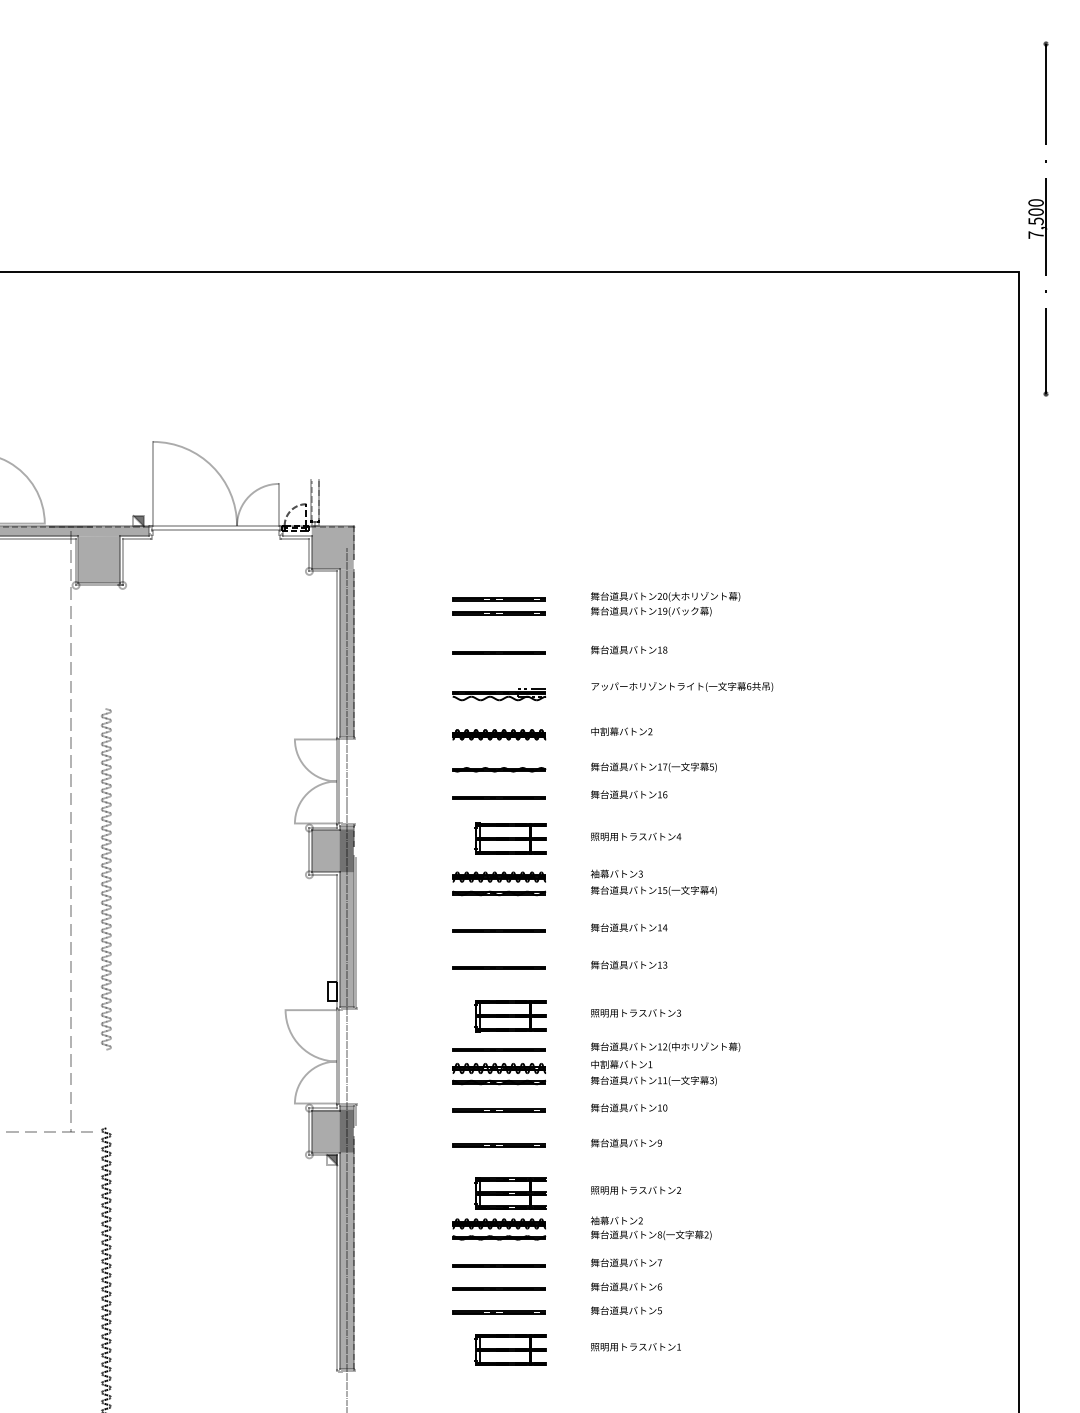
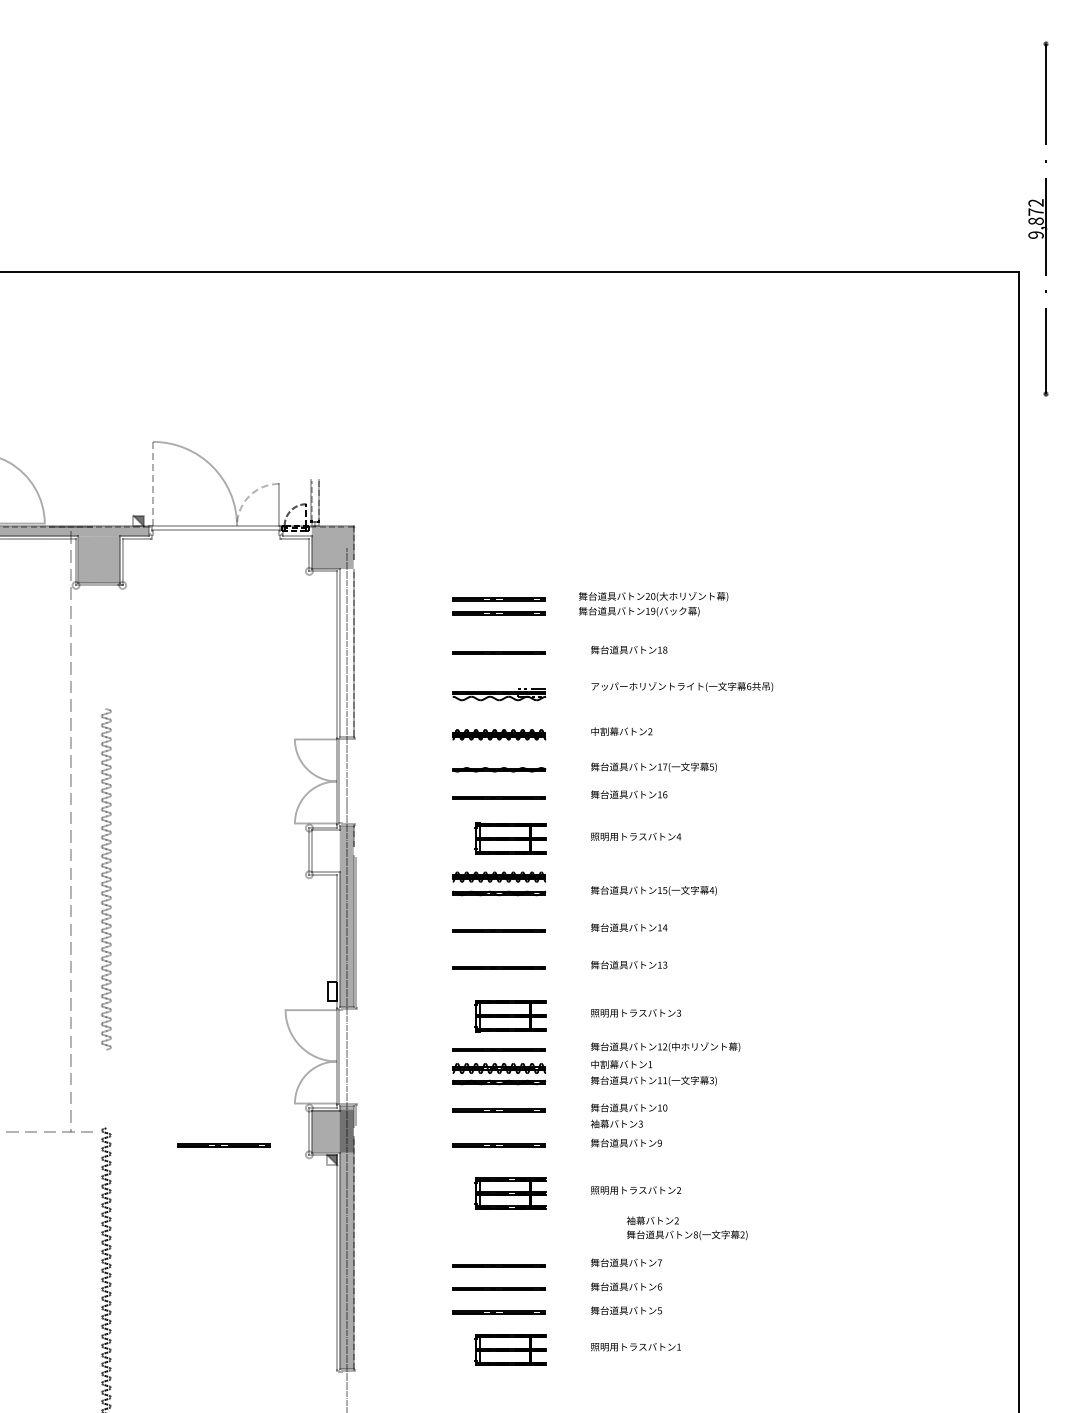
text at (1035, 218): 7,500 -> 9,872
line at (153, 483): solid -> dashed
arc at (249, 496): solid -> dashed
text at (665, 604) position: (665, 604) -> (653, 604)
fill at (346, 652): present -> none
fill at (332, 850): present -> none
text at (616, 873) position: (616, 873) -> (616, 1123)
line at (223, 1144): none -> present
text at (651, 1227) position: (651, 1227) -> (687, 1227)
part at (499, 1229): present -> none
